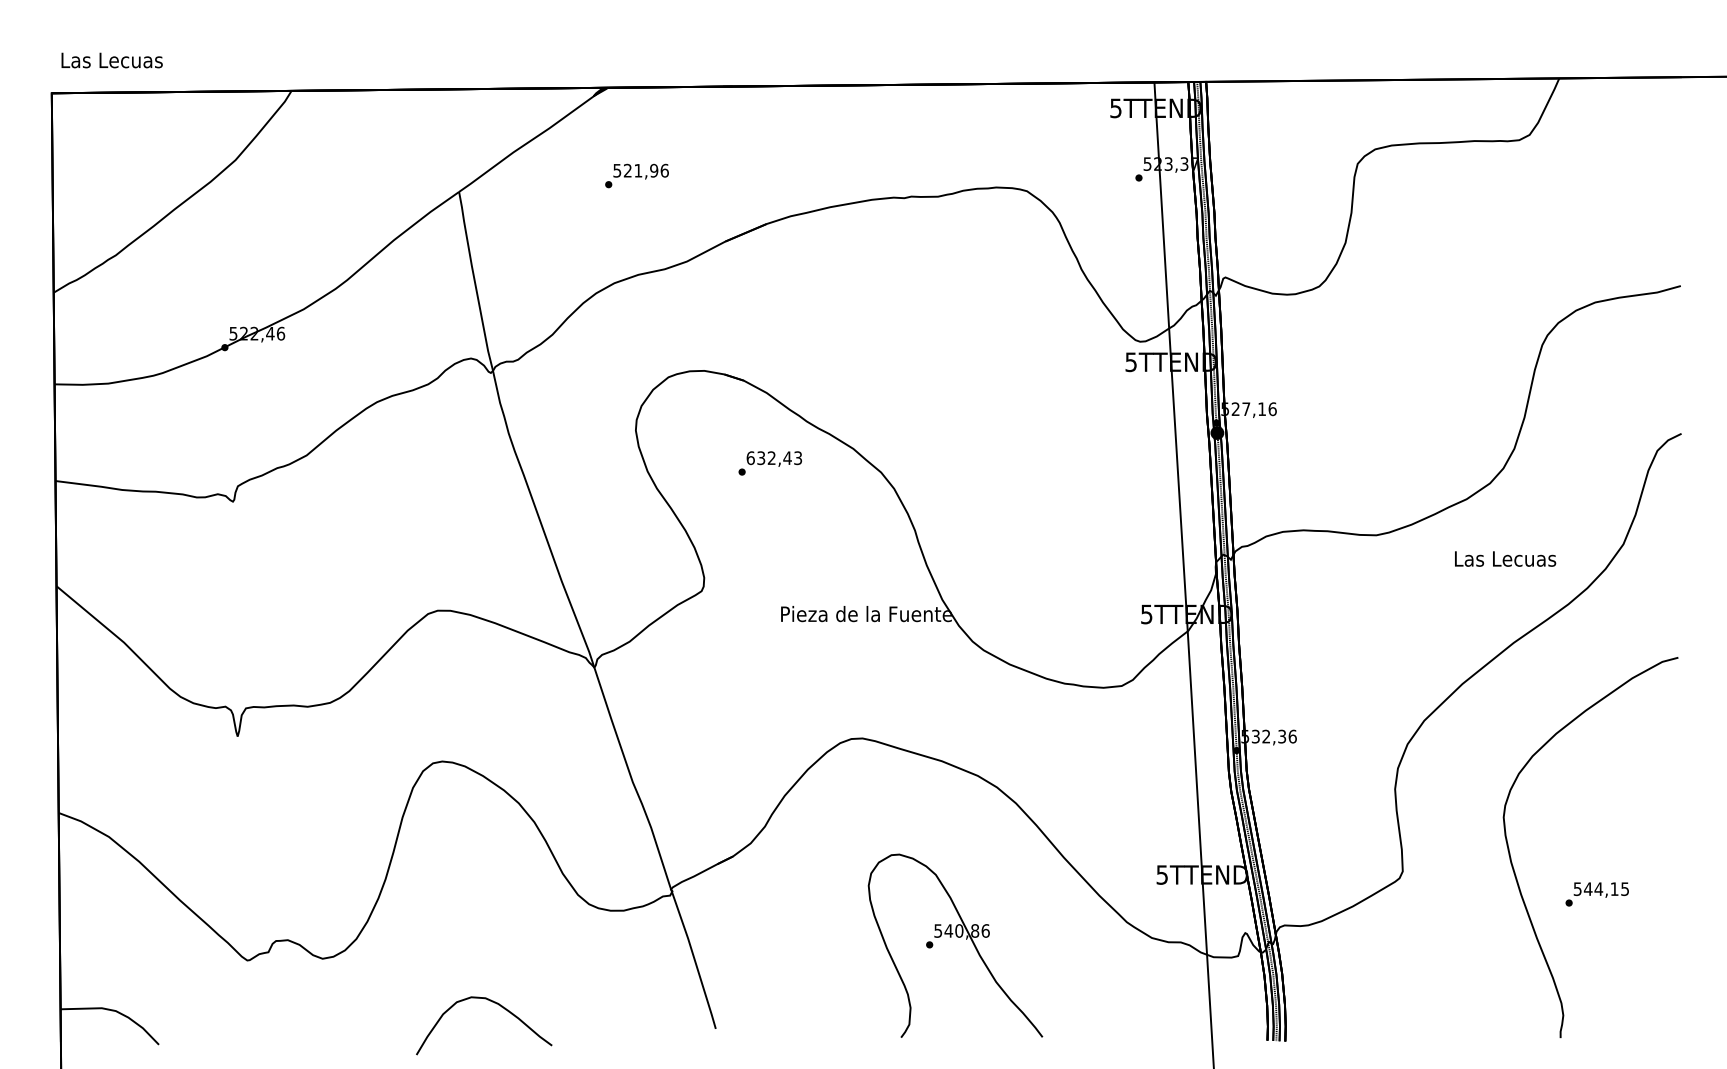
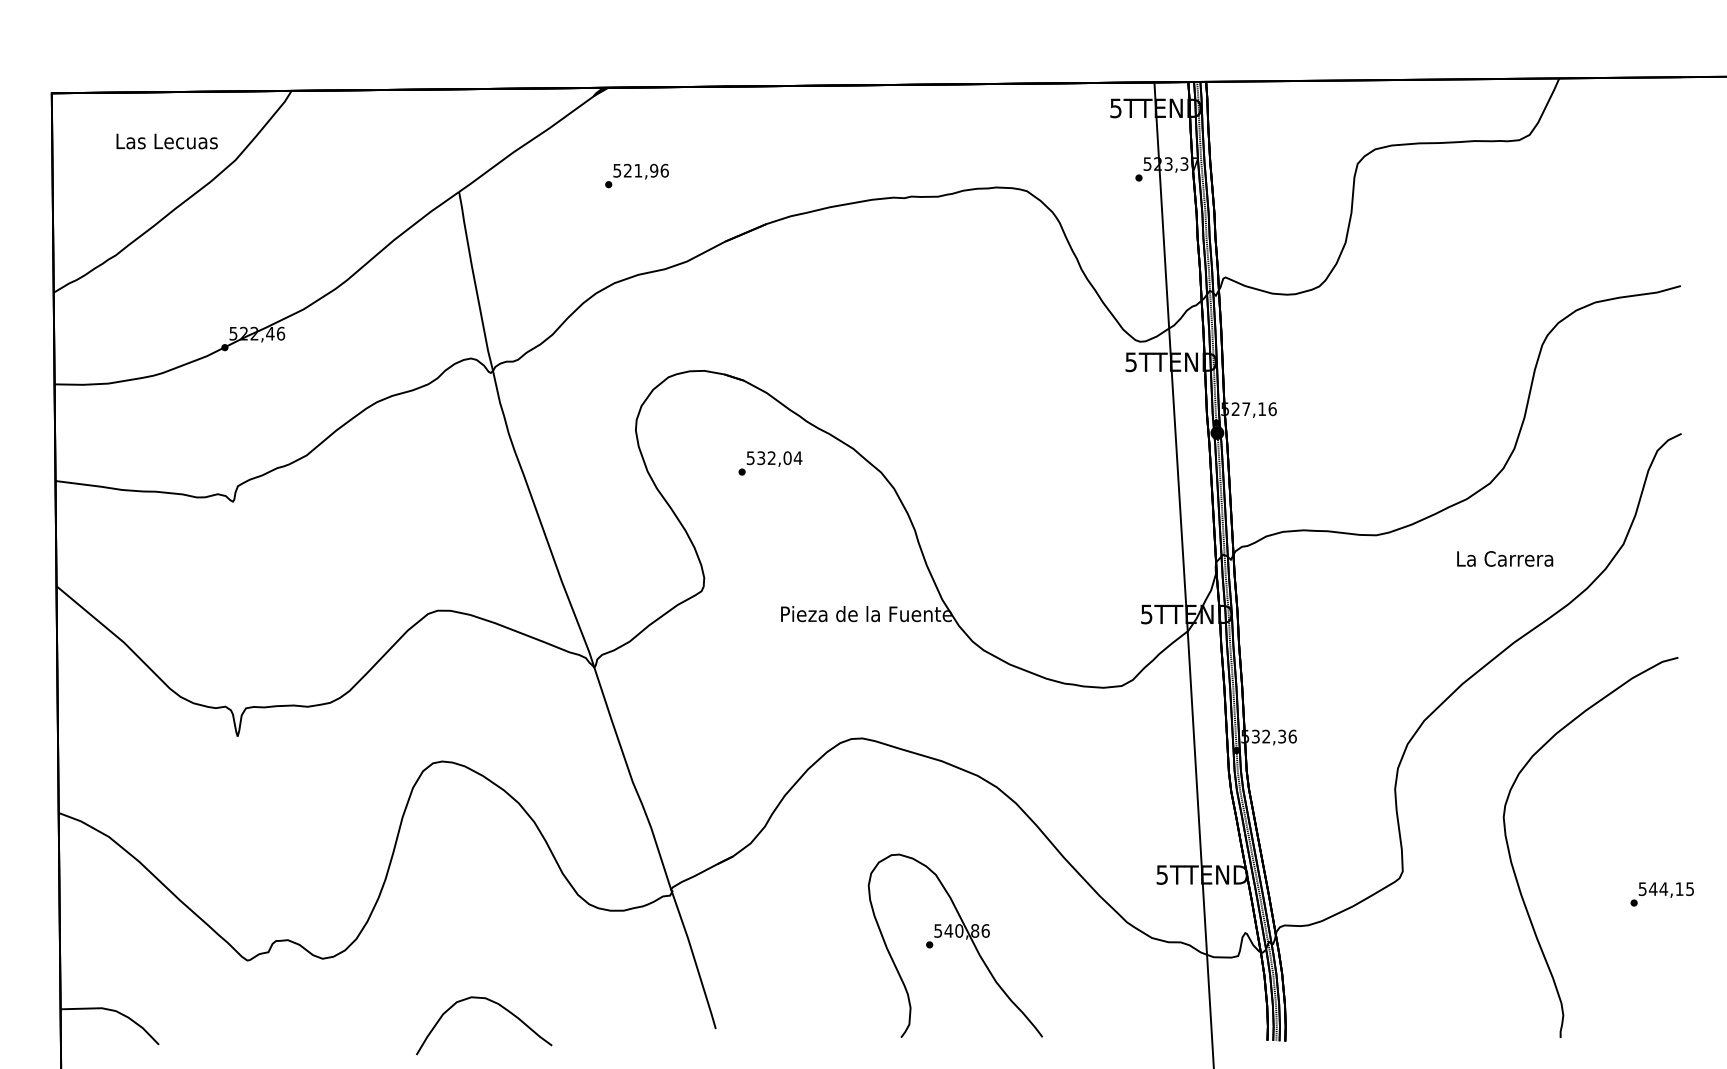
text at (111, 60) position: (111, 60) -> (166, 141)
text at (774, 458): 632,43 -> 532,04
text at (1505, 558): Las Lecuas -> La Carrera
text at (1596, 894) position: (1596, 894) -> (1661, 894)
